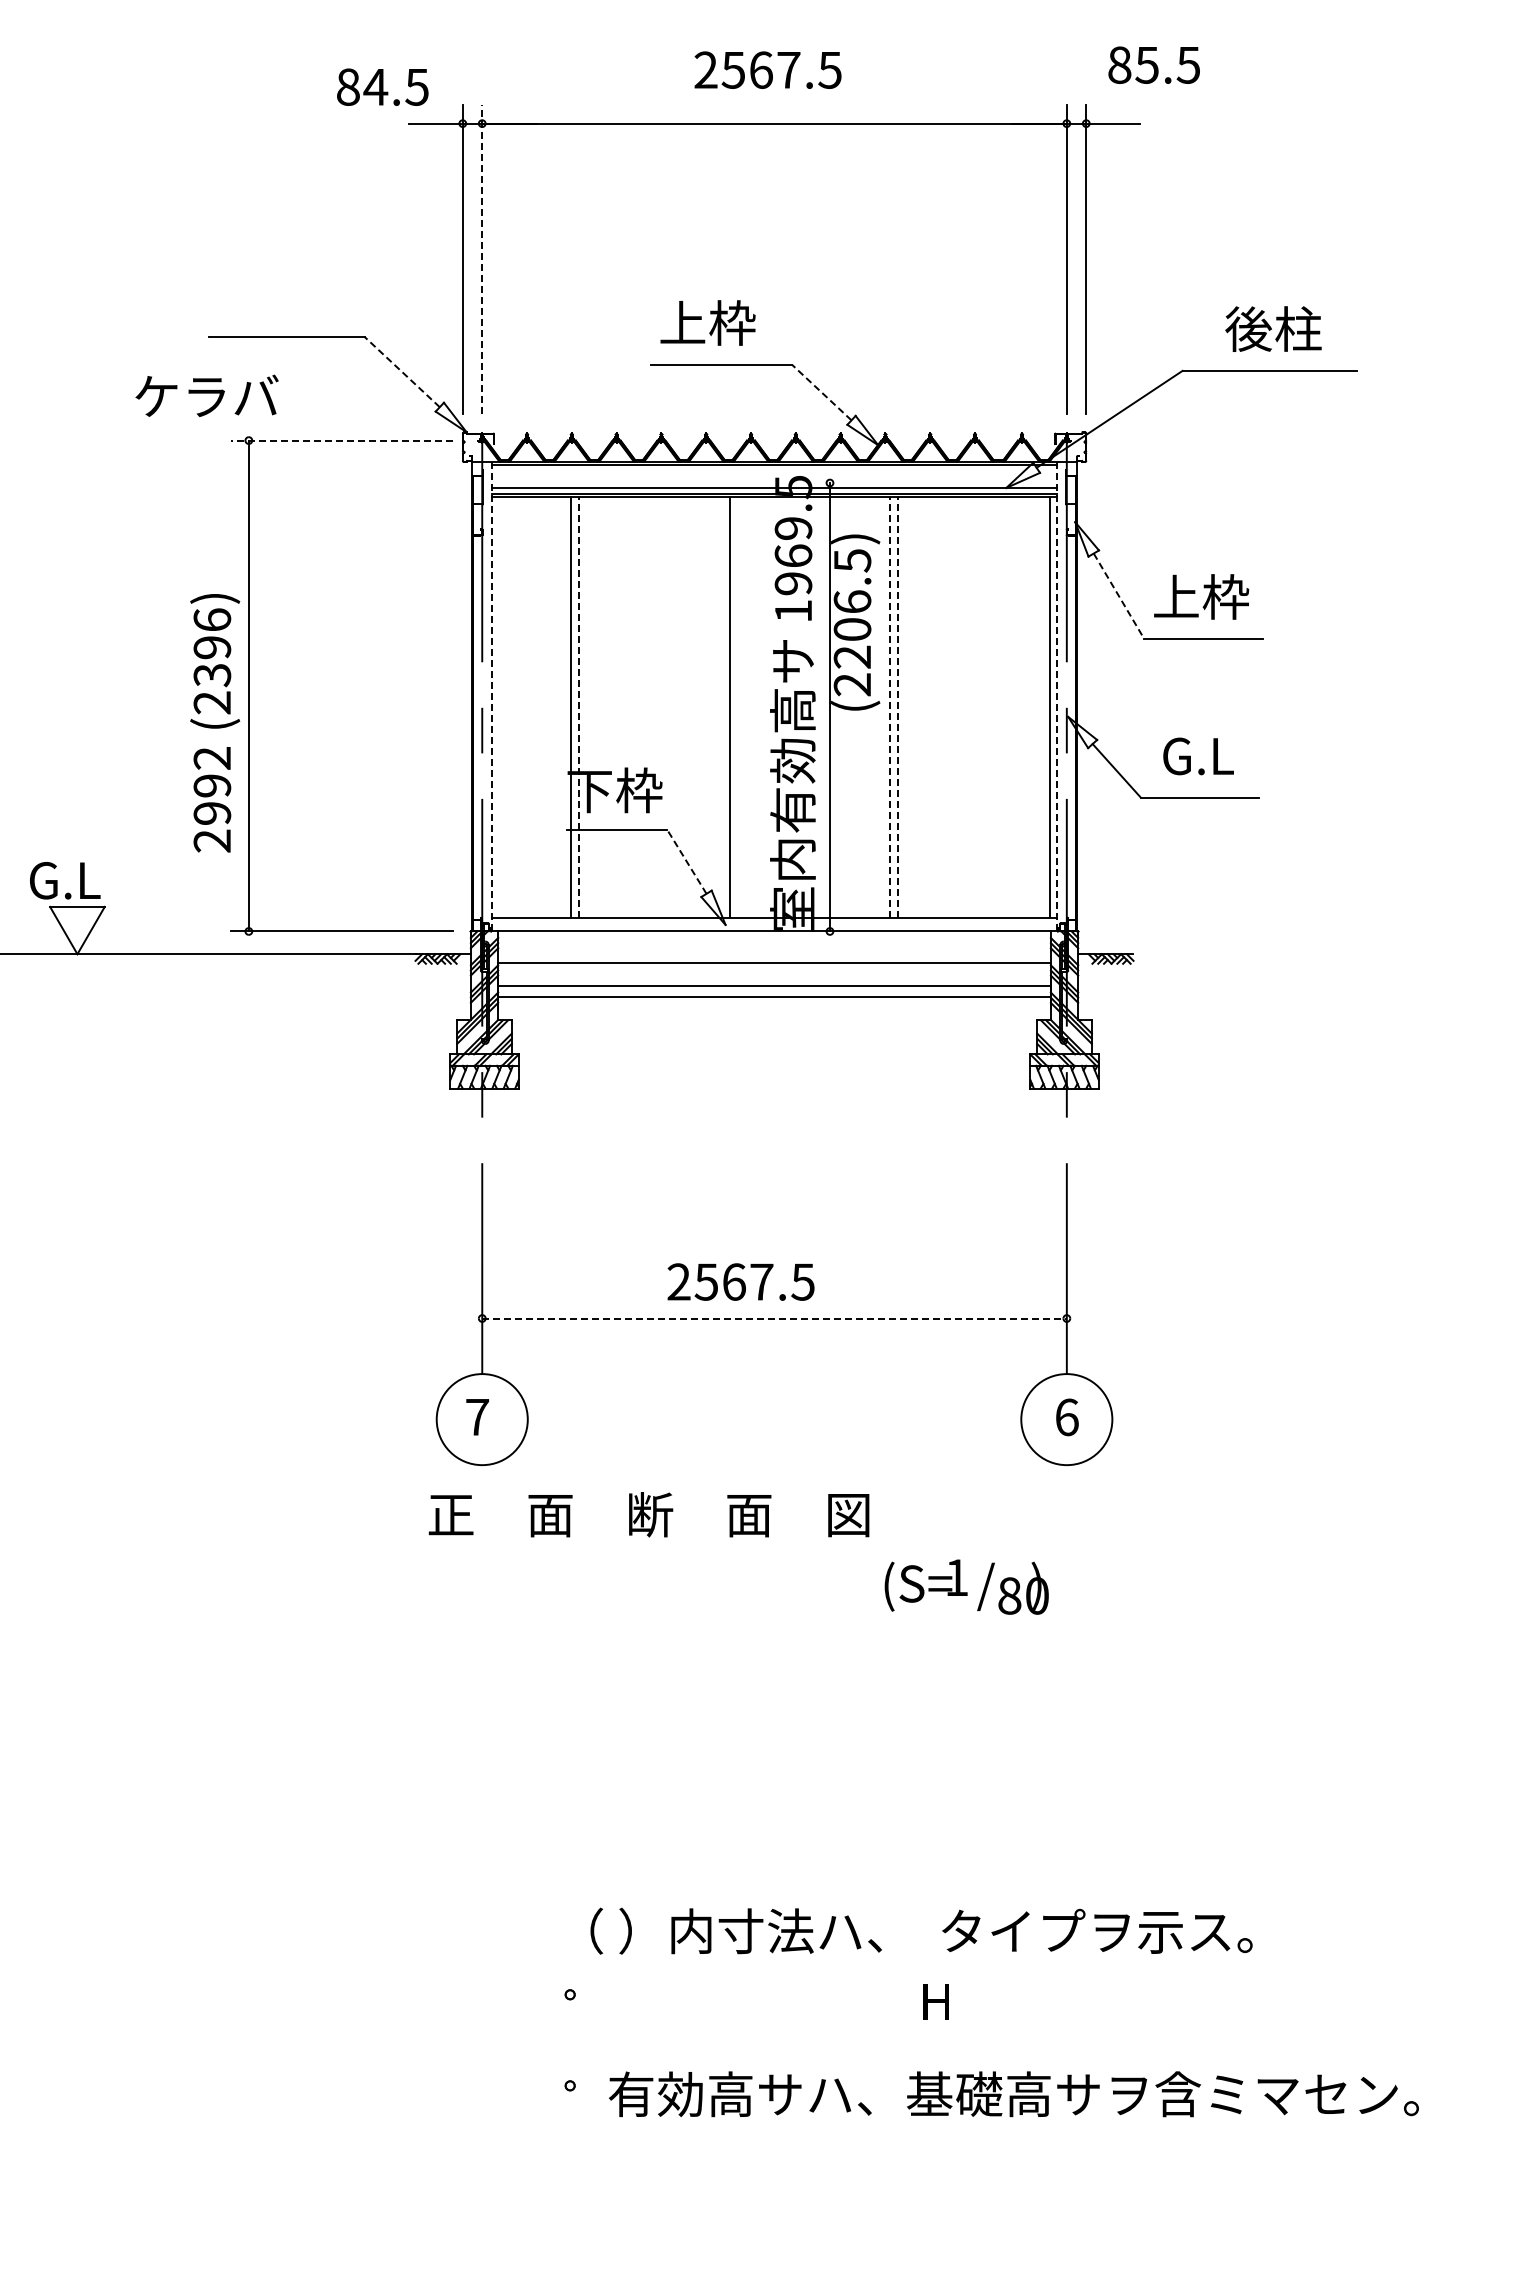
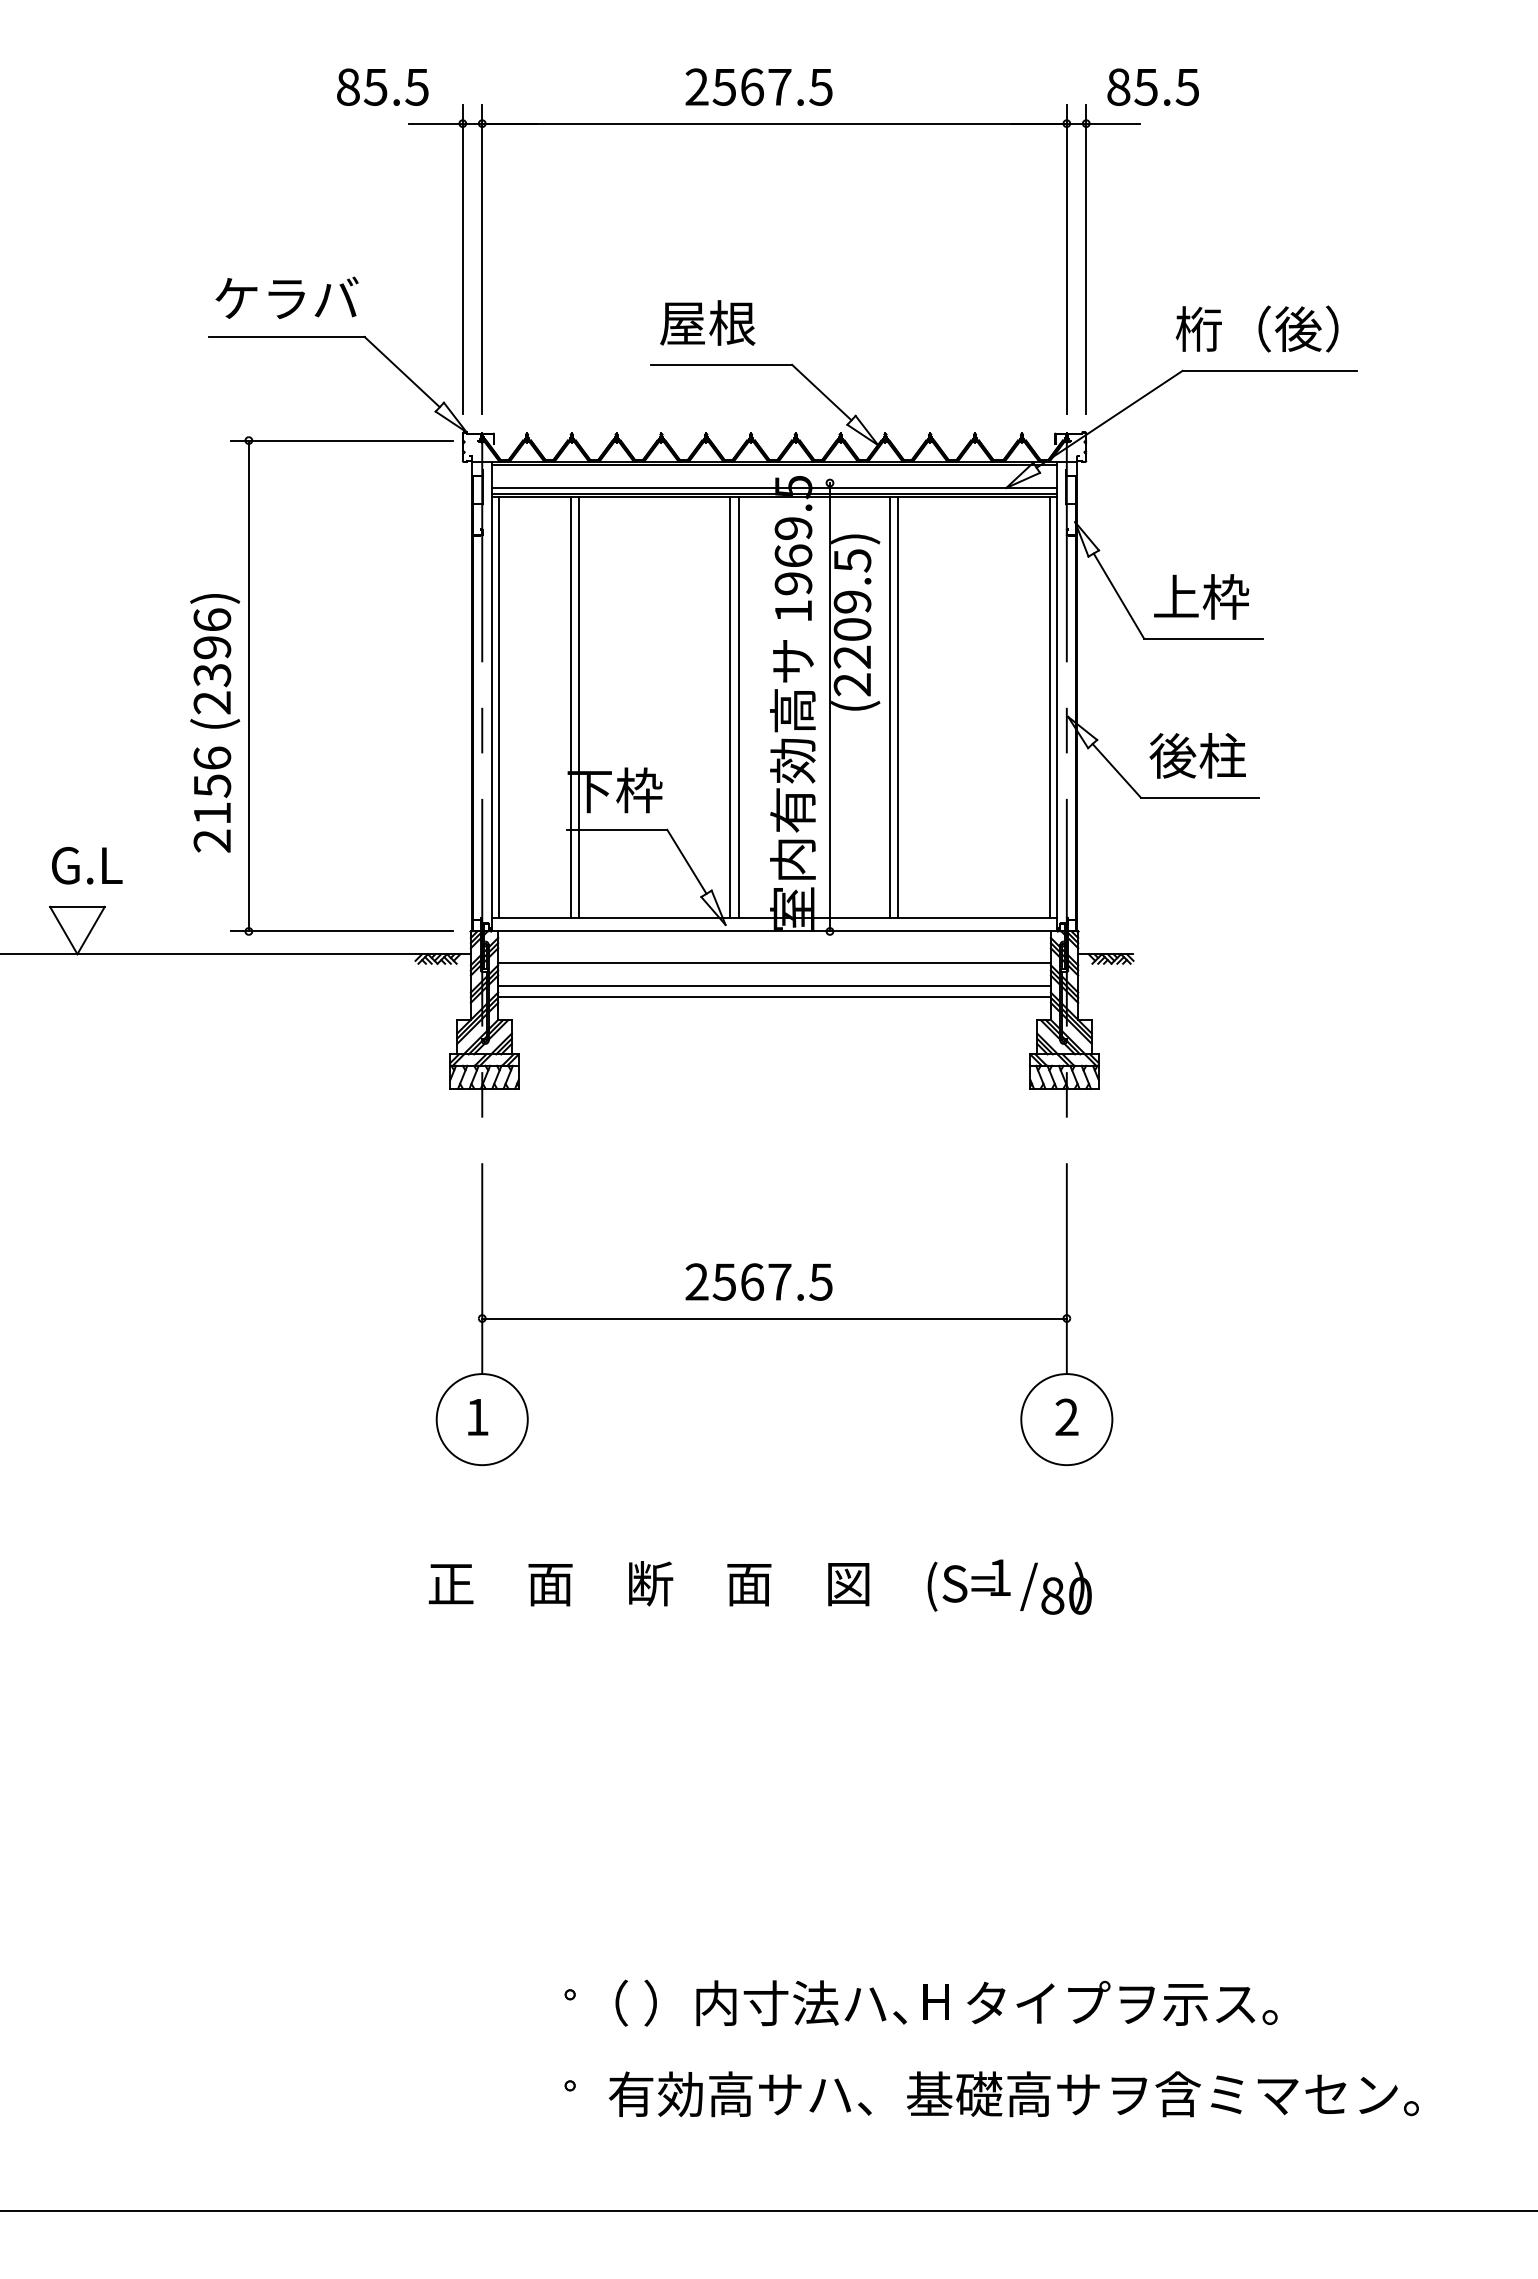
text at (1153, 64) position: (1153, 64) -> (1152, 86)
text at (767, 69) position: (767, 69) -> (758, 86)
text at (375, 87): 84.5 -> 85.5
line at (482, 259): dashed -> solid
text at (707, 322): 上枠 -> 屋根
text at (1256, 328): 後柱 -> 桁（後）
line at (401, 371): dashed -> solid
line at (821, 392): dashed -> solid
text at (206, 395) position: (206, 395) -> (286, 297)
line at (341, 440): dashed -> solid
line at (1118, 596): dashed -> solid
text at (852, 601): (2206.5) -> (2209.5)
line at (491, 696): dashed -> solid
line at (1057, 696): dashed -> solid
line at (498, 707): none -> present
line at (579, 707): dashed -> solid
line at (738, 707): none -> present
line at (890, 707): dashed -> solid
line at (898, 707): dashed -> solid
text at (1197, 755): G.L -> 後柱
text at (212, 785): 2992 -> 2156
line at (686, 861): dashed -> solid
text at (65, 880) position: (65, 880) -> (87, 865)
text at (740, 1281) position: (740, 1281) -> (758, 1281)
line at (775, 1318): dashed -> solid
text at (477, 1417): 7 -> 1
text at (1066, 1417): 6 -> 2
text at (648, 1514) position: (648, 1514) -> (648, 1583)
text at (966, 1586) position: (966, 1586) -> (1009, 1586)
text at (921, 1930) position: (921, 1930) -> (946, 2002)
line at (768, 2210): none -> present
